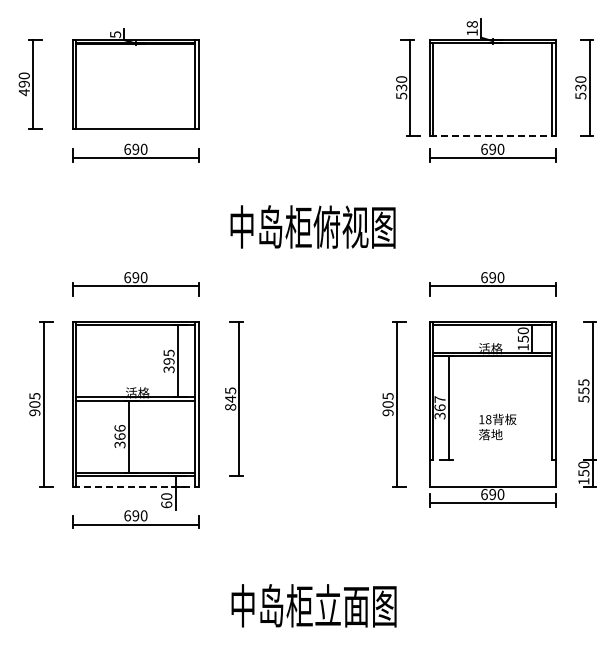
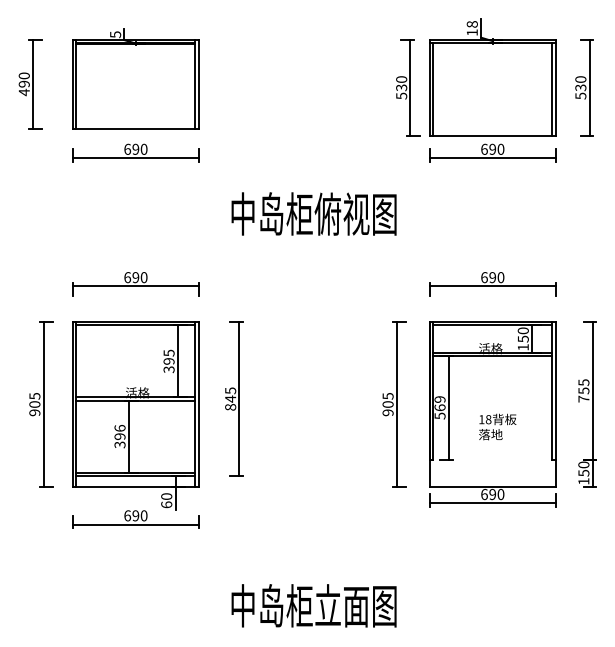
line at (492, 136): dashed -> solid
text at (312, 226) position: (312, 226) -> (313, 213)
text at (583, 398): 555 -> 755
text at (439, 407): 367 -> 569
text at (119, 436): 366 -> 396
line at (135, 486): dashed -> solid
